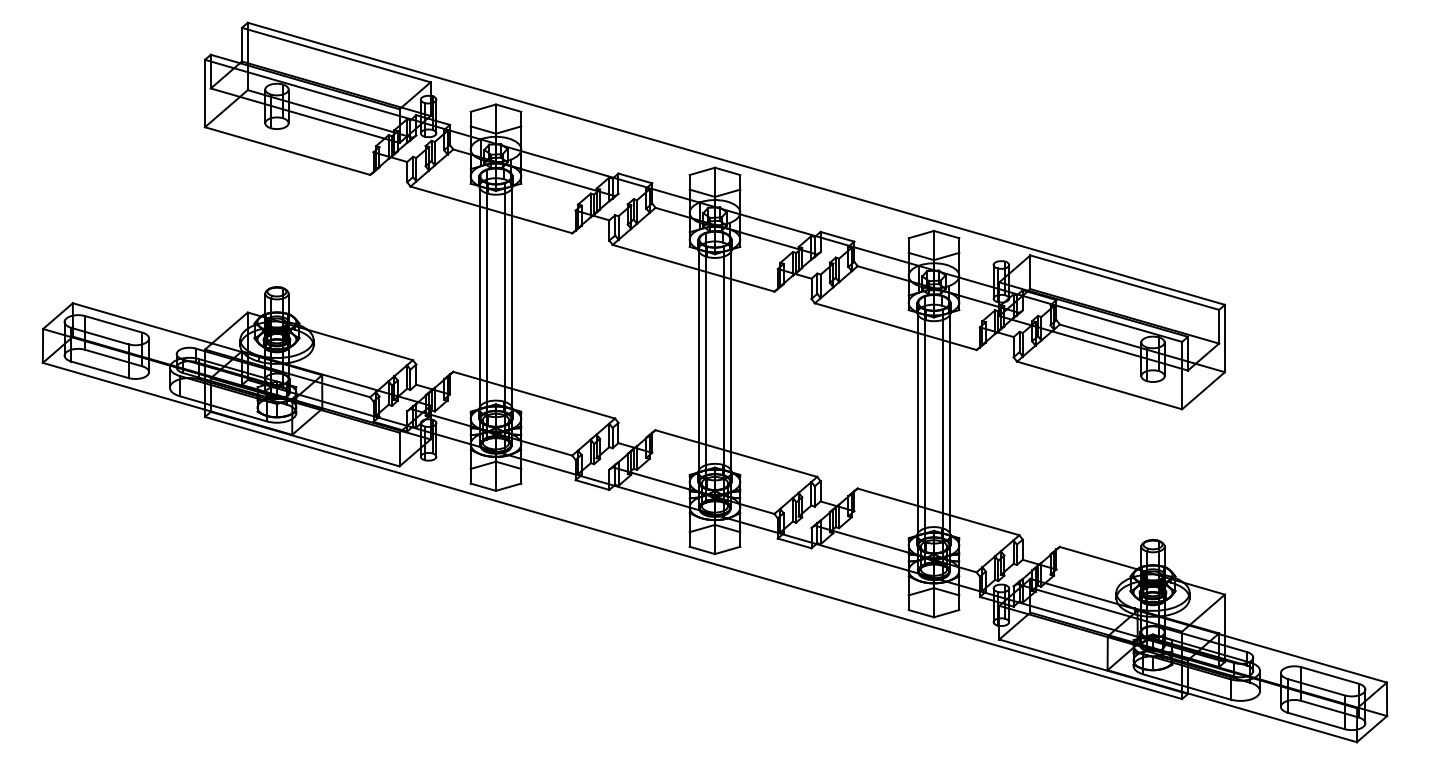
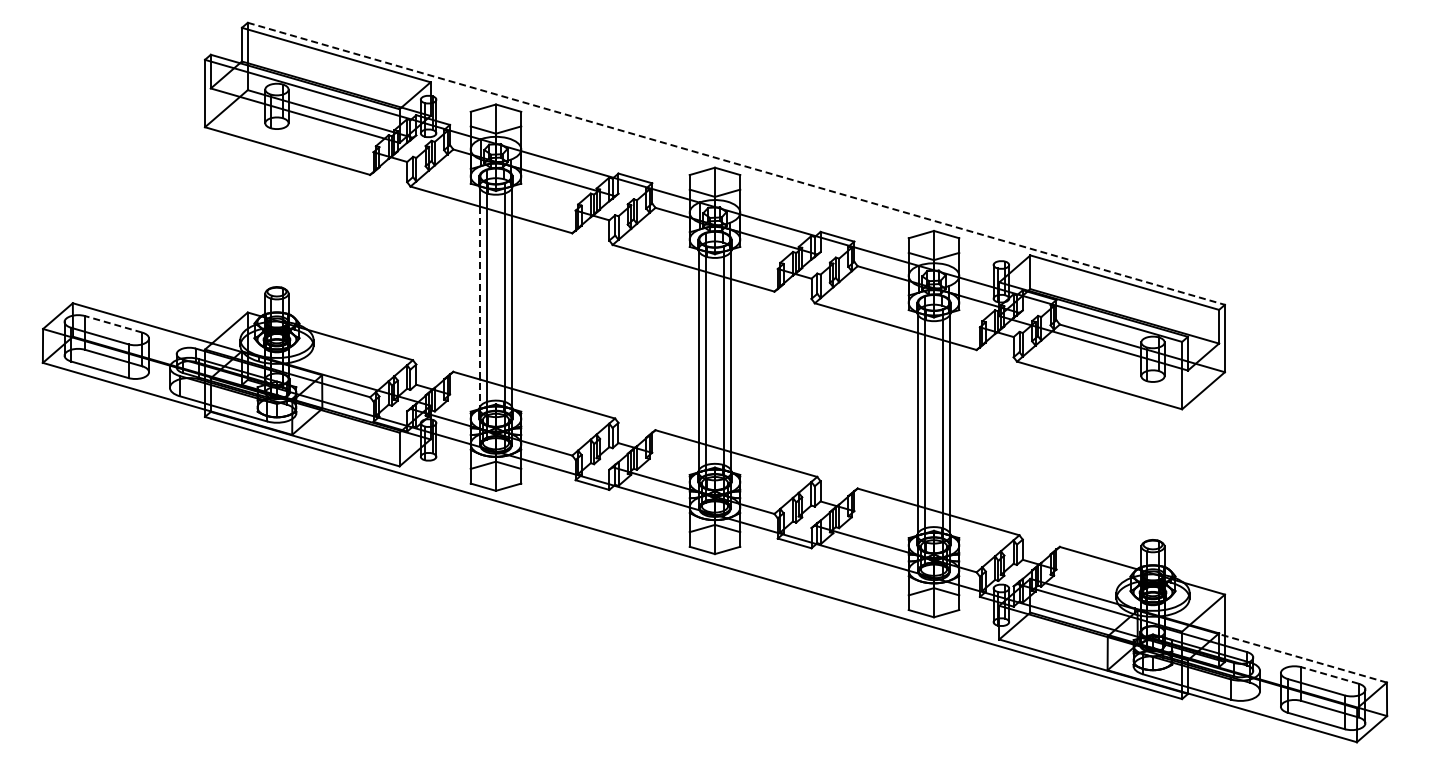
line at (736, 163): solid -> dashed
line at (480, 308): solid -> dashed
line at (113, 324): solid -> dashed
line at (1302, 658): solid -> dashed
line at (1329, 675): solid -> dashed
